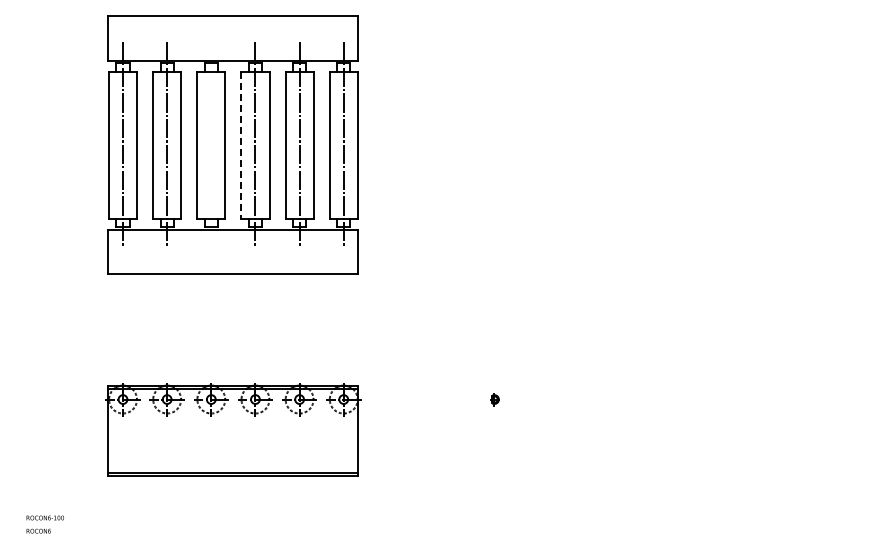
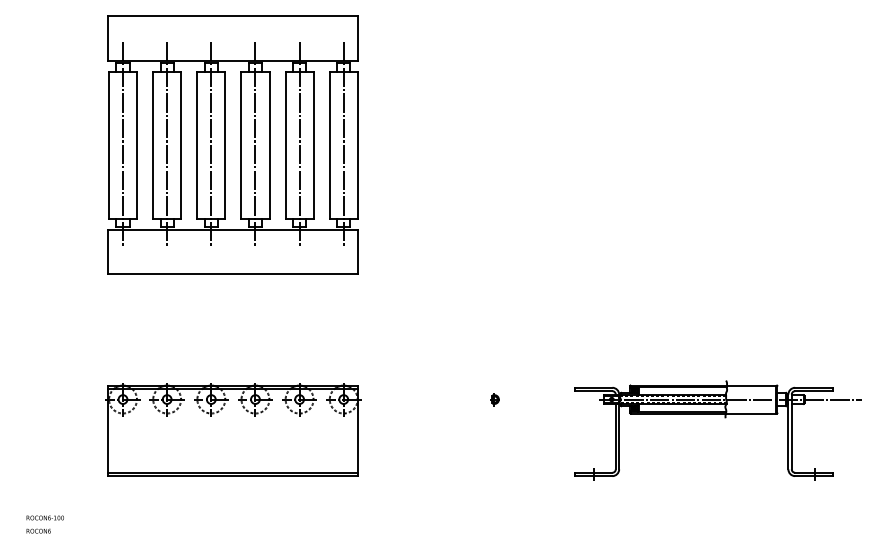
line at (211, 144): none -> present
line at (241, 145): dashed -> solid
part at (724, 418): none -> present
